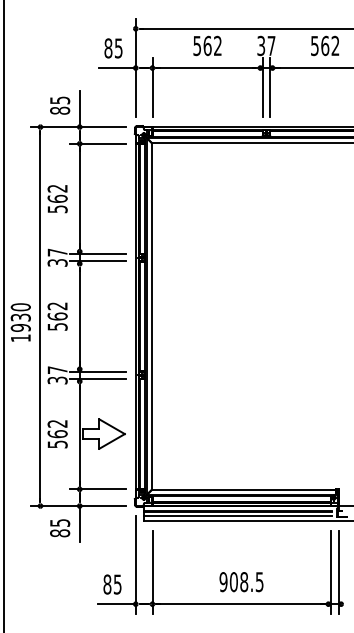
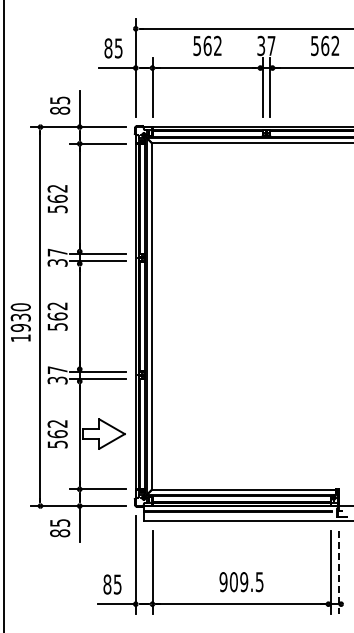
line at (237, 516): present -> none
line at (338, 572): solid -> dashed
text at (244, 582): 908.5 -> 909.5
